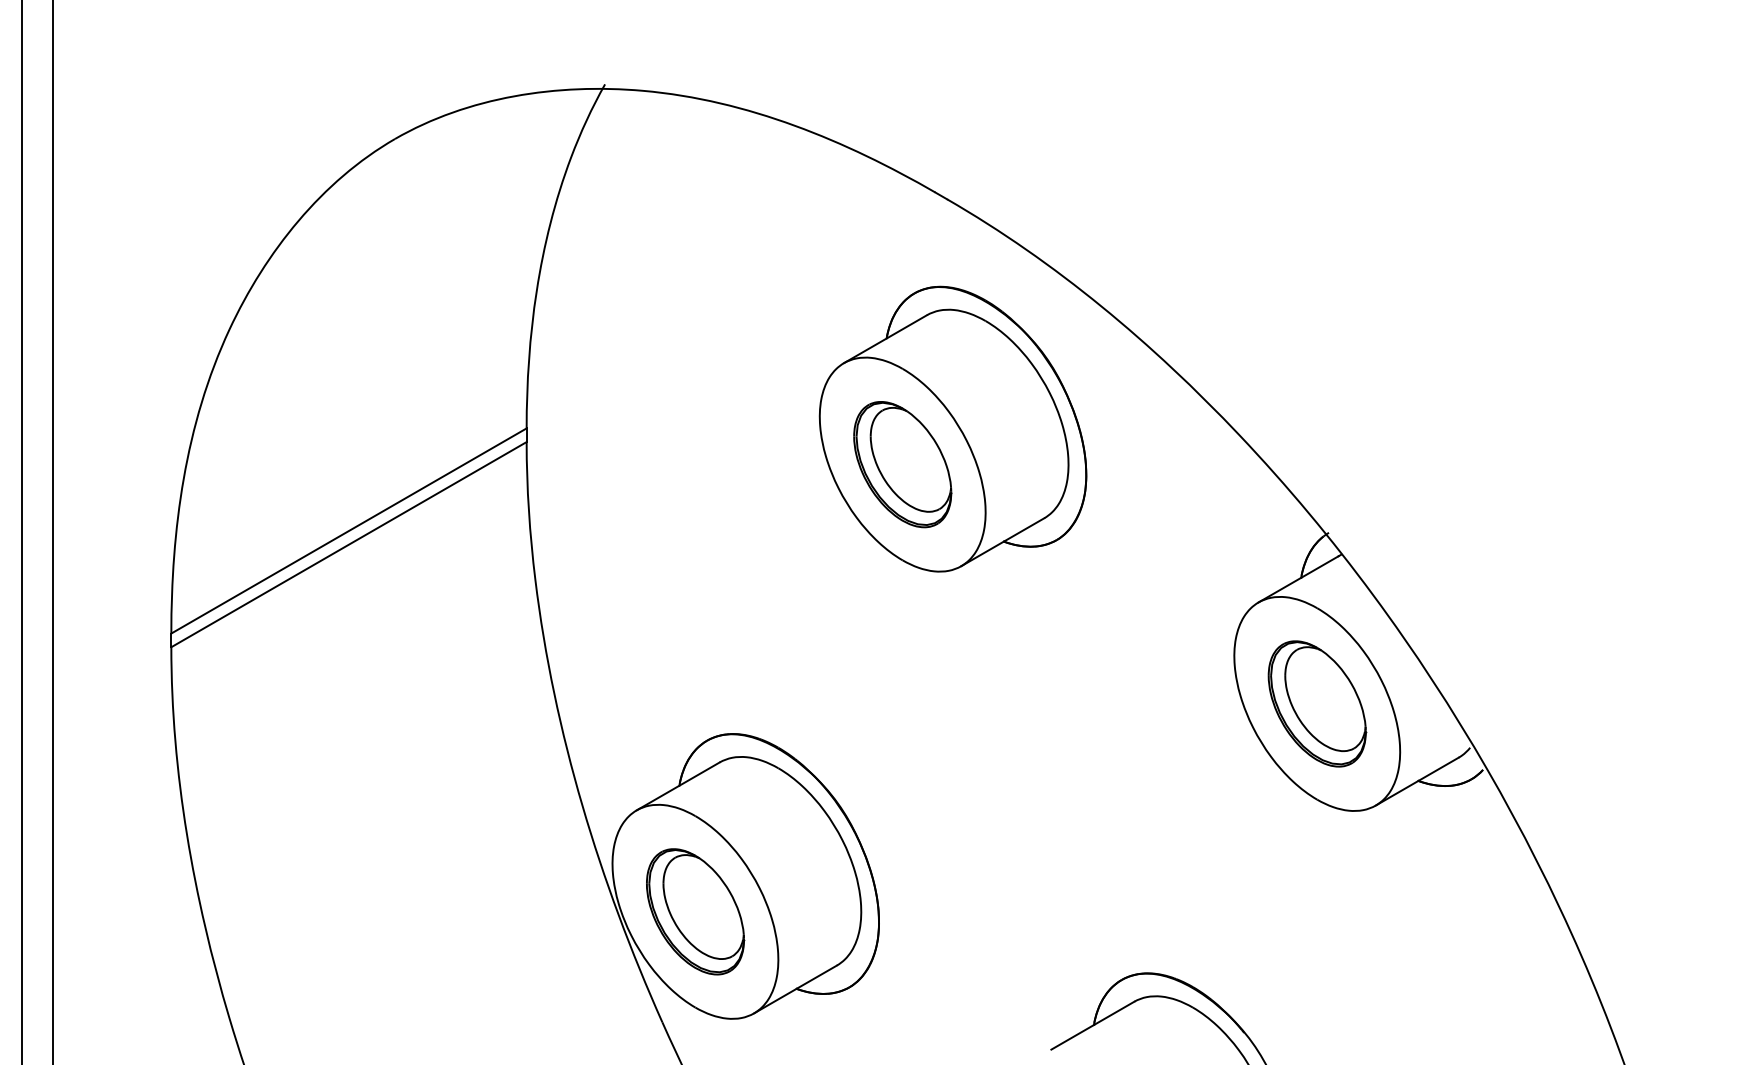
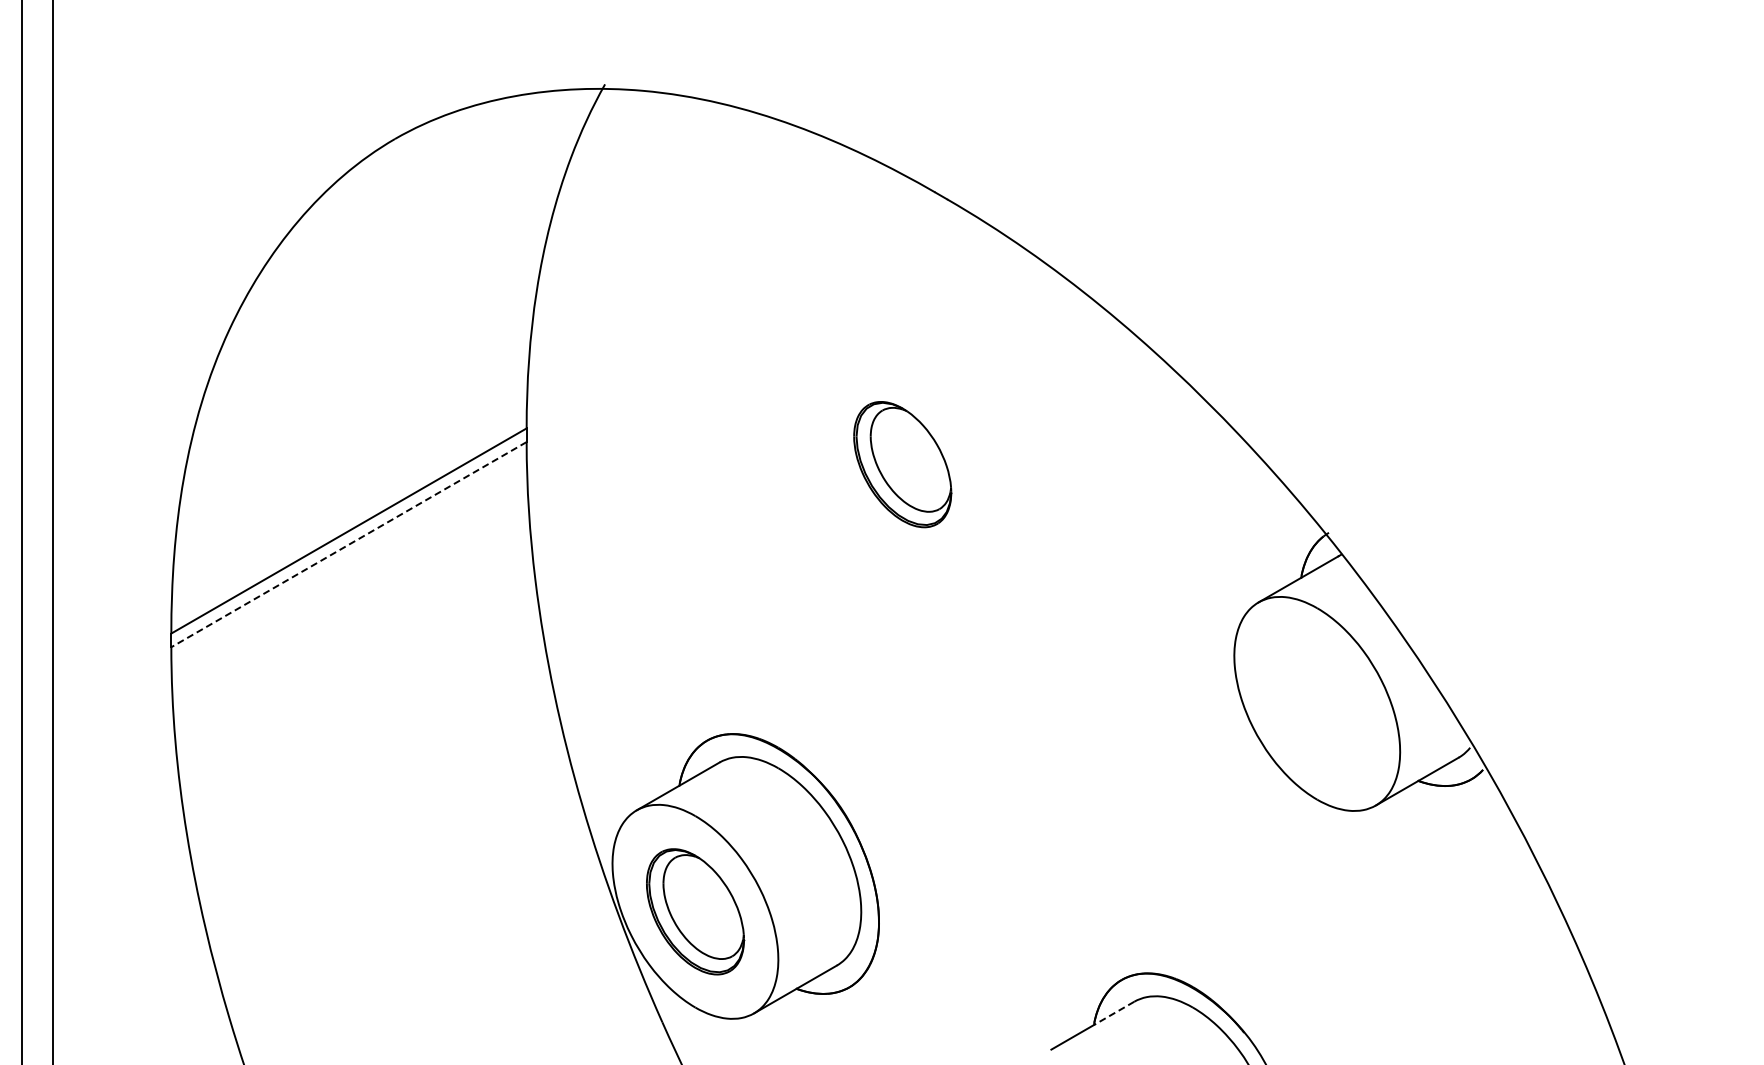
part at (952, 428): present -> none
line at (348, 544): solid -> dashed
part at (1317, 703): present -> none
line at (1113, 1013): solid -> dashed
